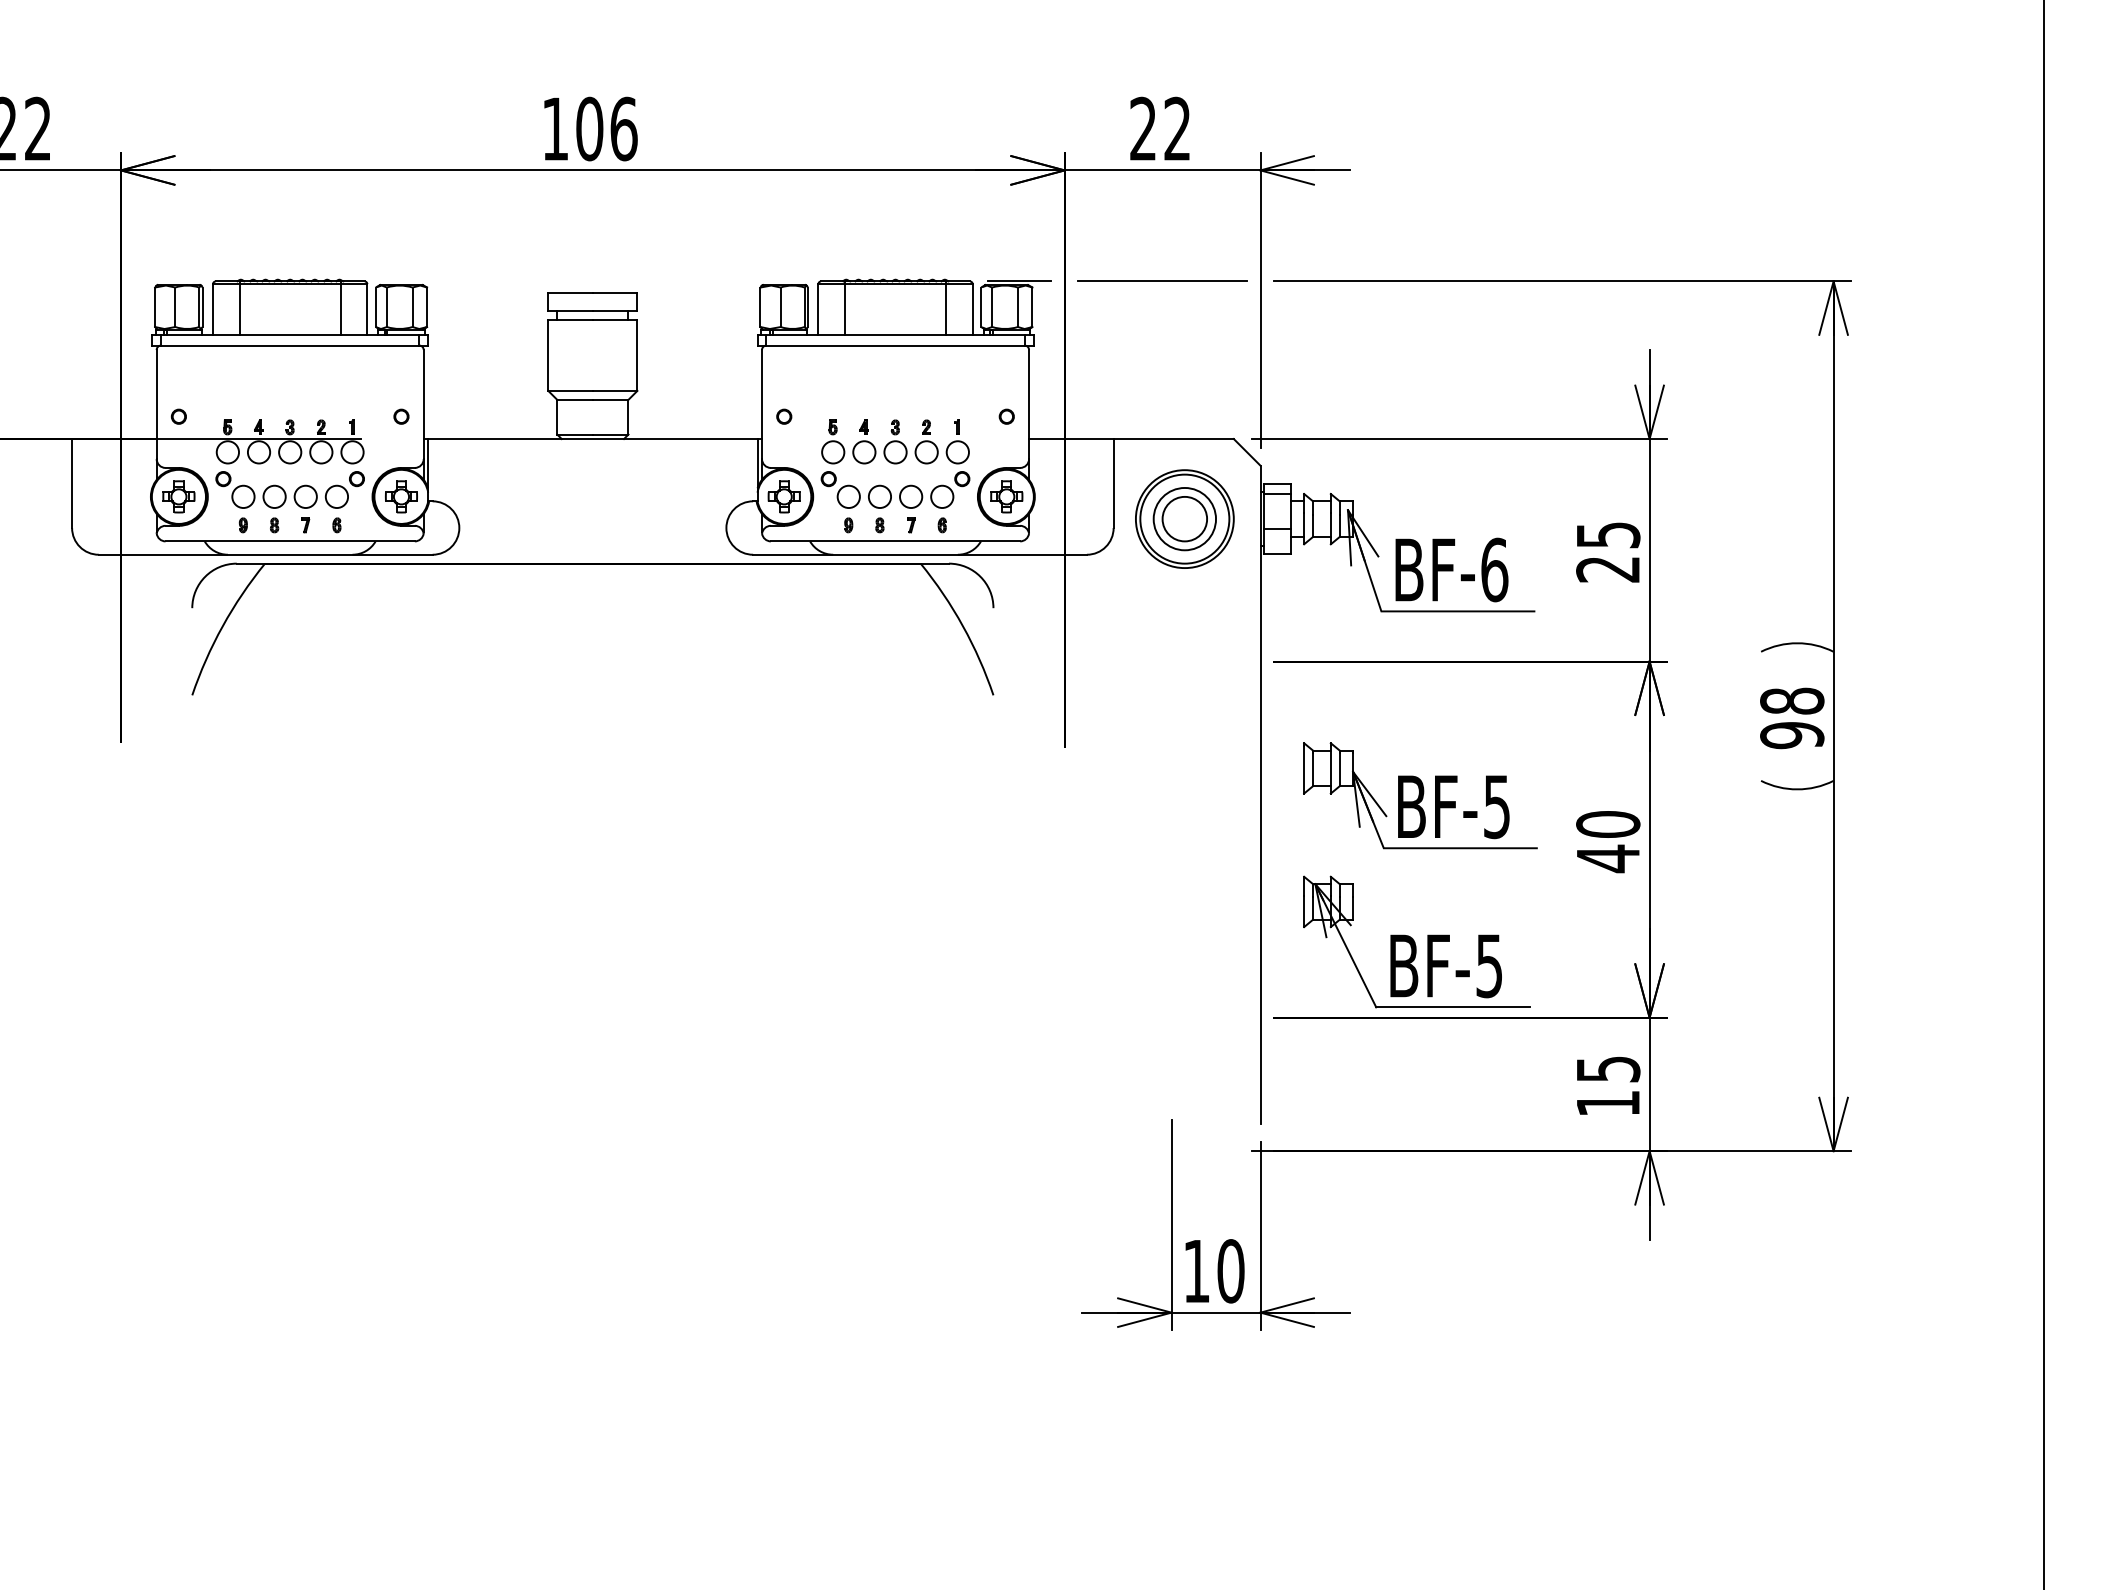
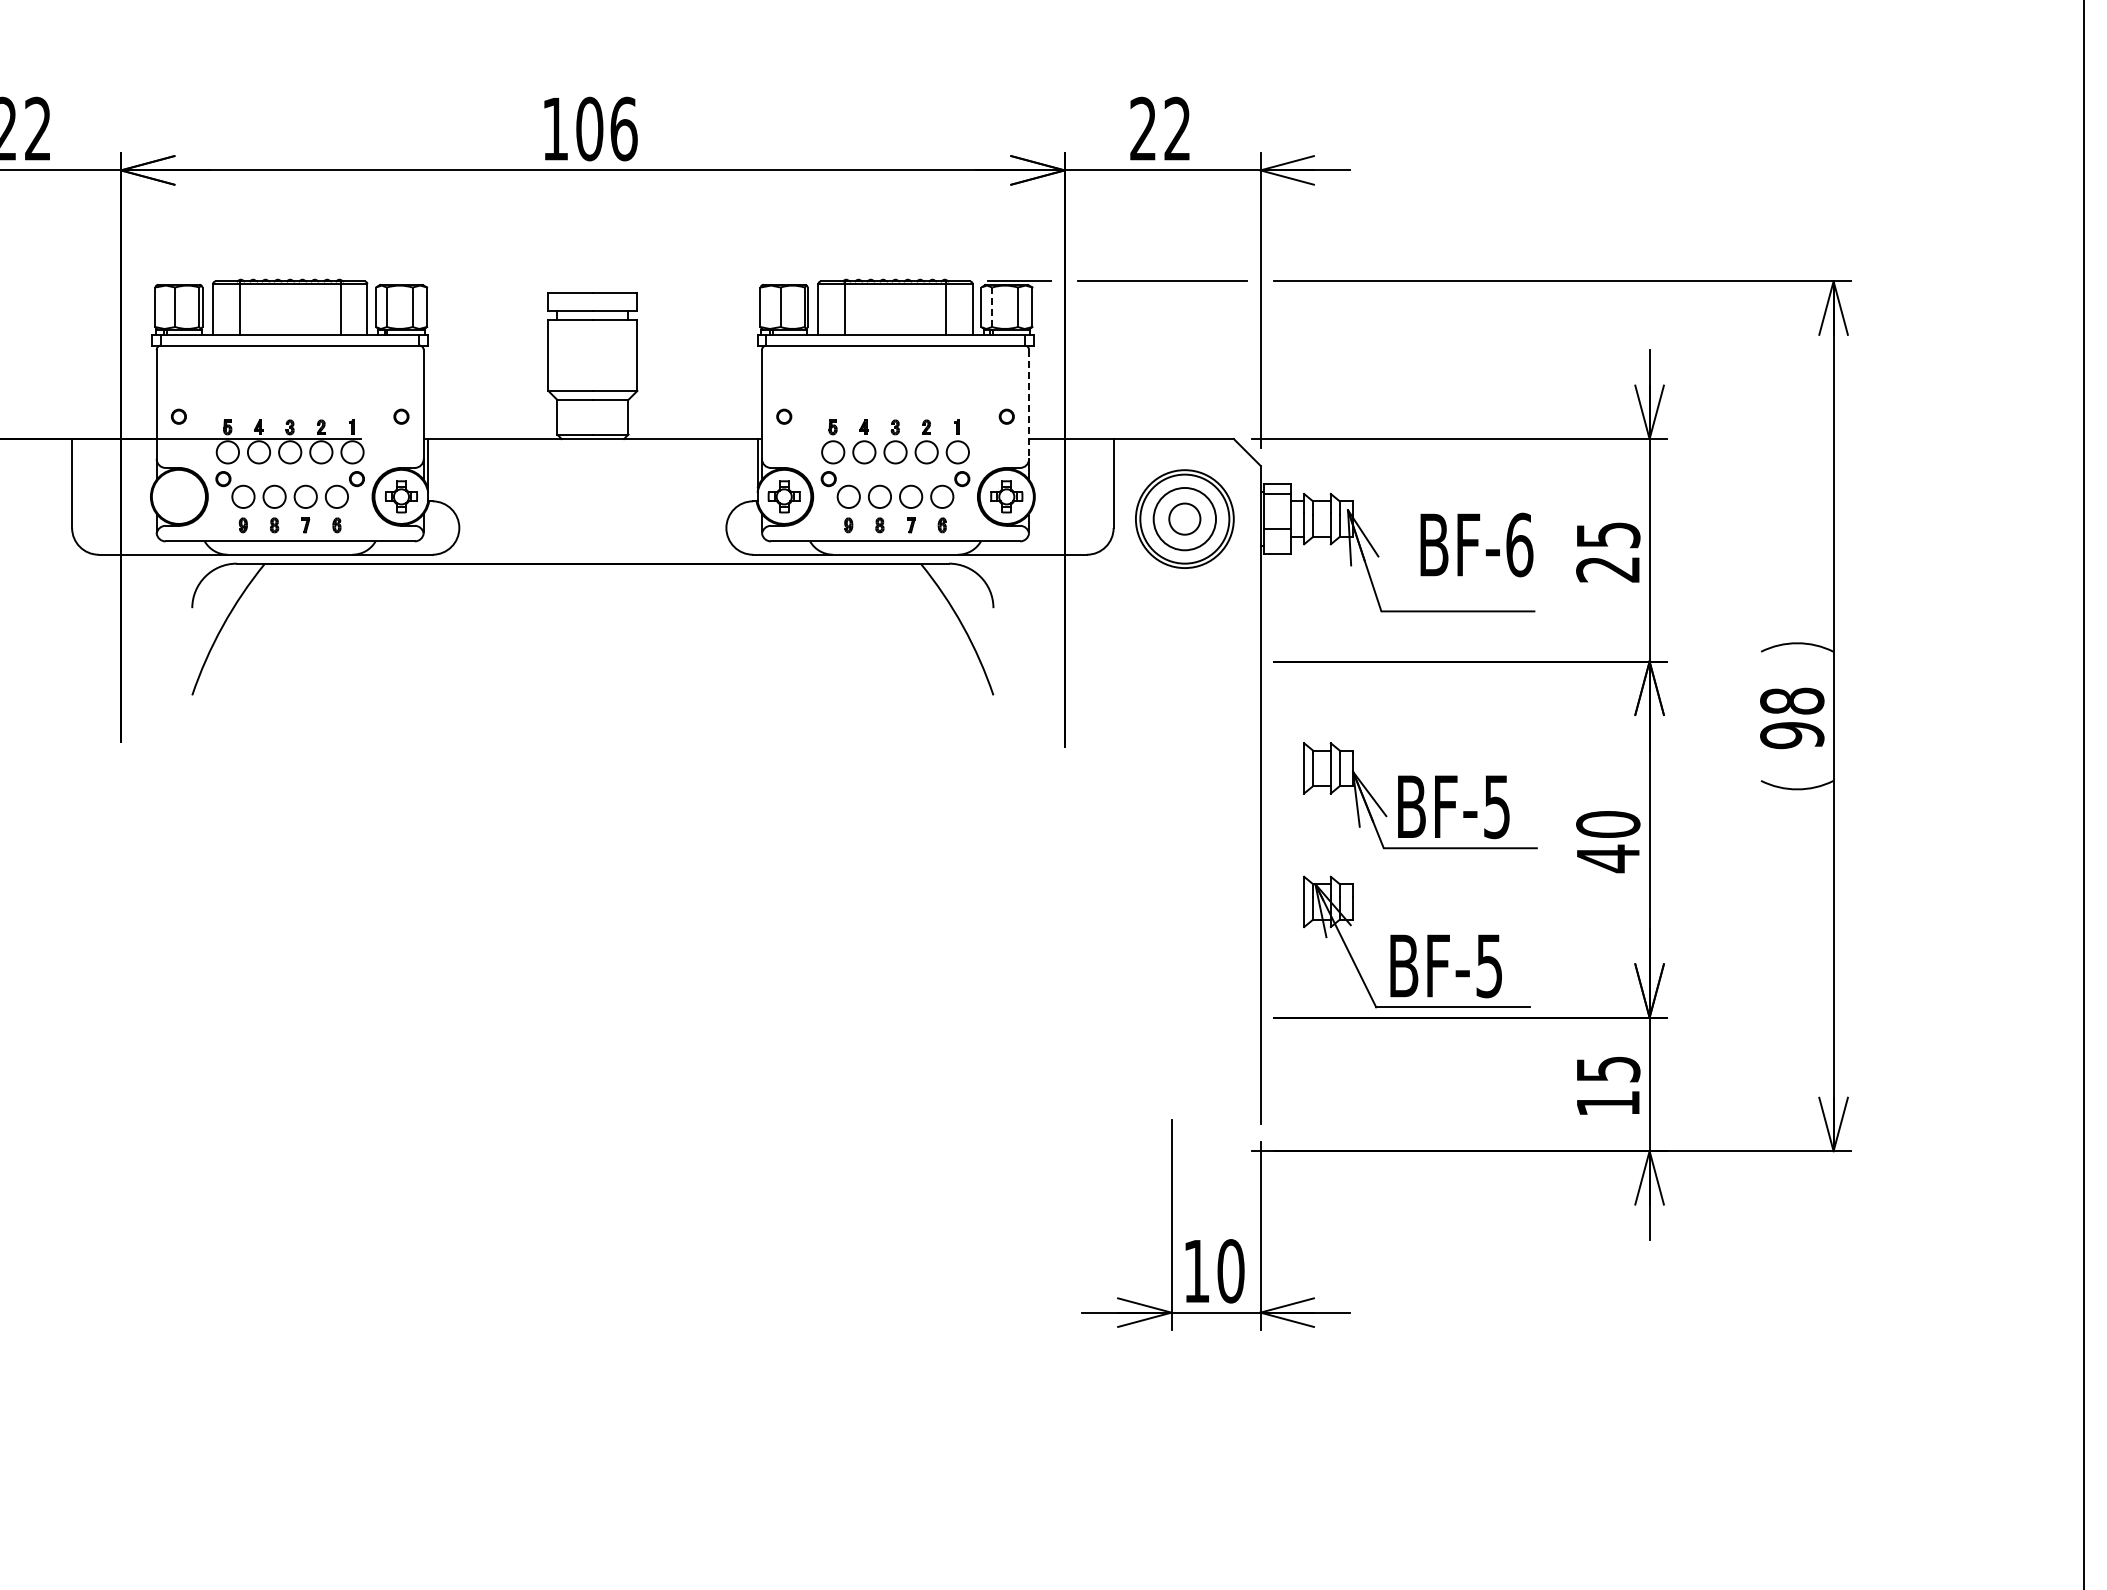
line at (992, 307): solid -> dashed
line at (1029, 404): solid -> dashed
part at (178, 496): present -> none
circle at (1184, 518) diameter: 45 px -> 31 px
text at (1451, 569) position: (1451, 569) -> (1476, 544)
line at (2043, 794) position: (2043, 794) -> (2083, 794)
